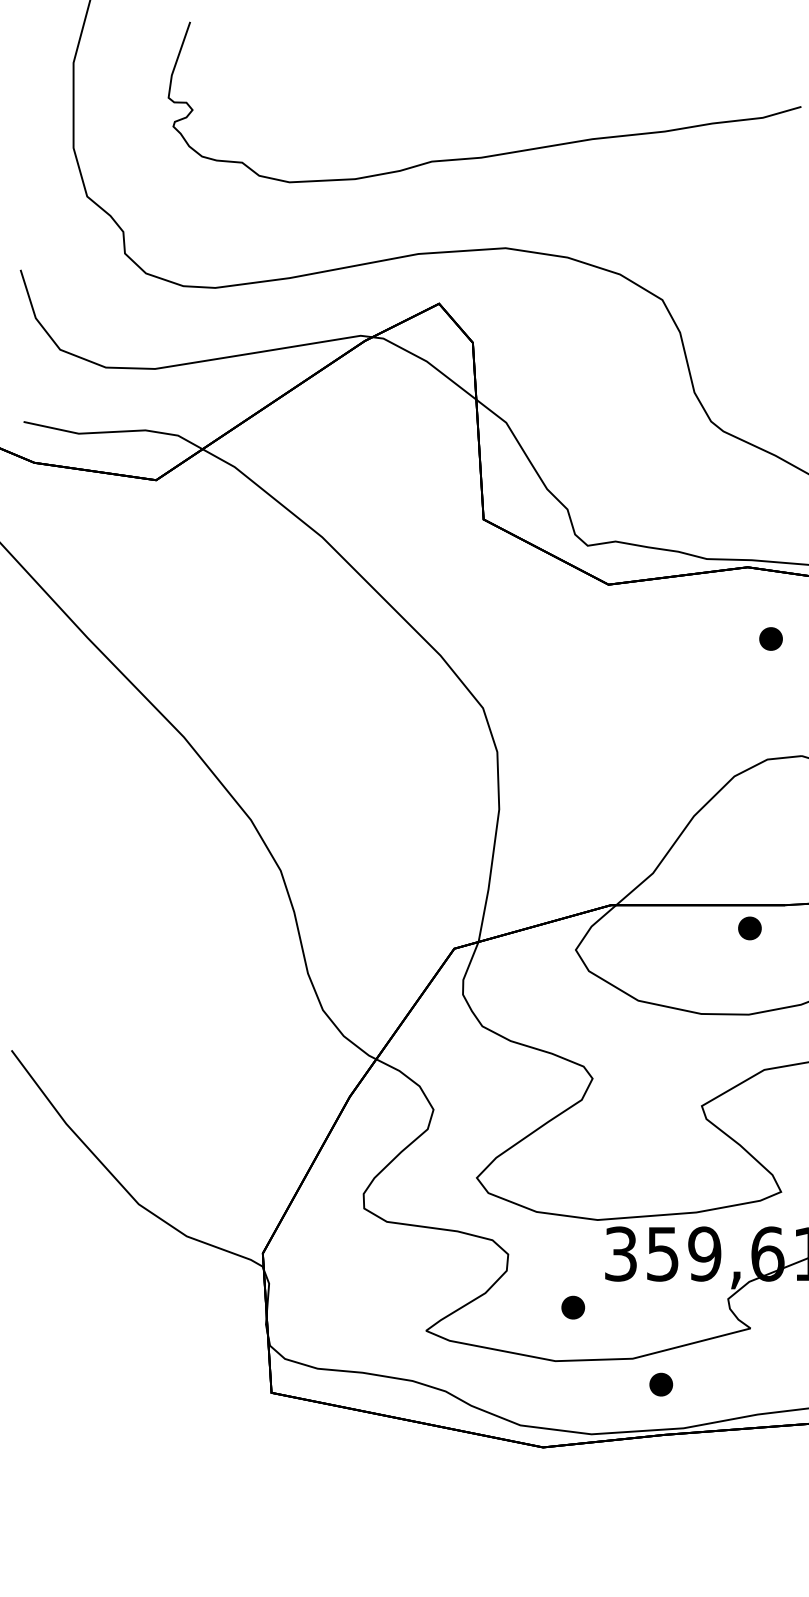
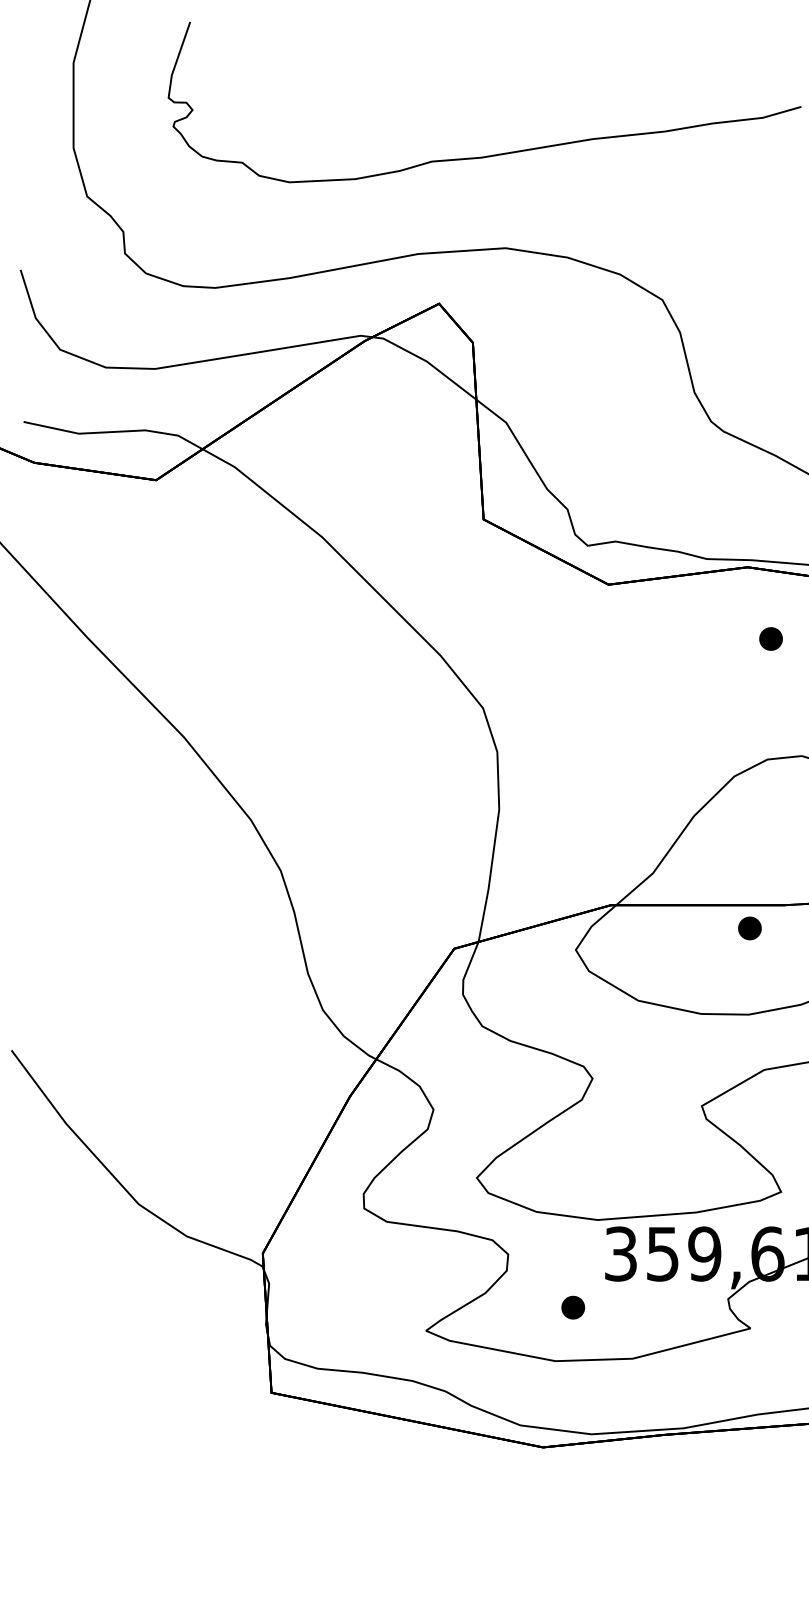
part at (661, 1384): present -> none
